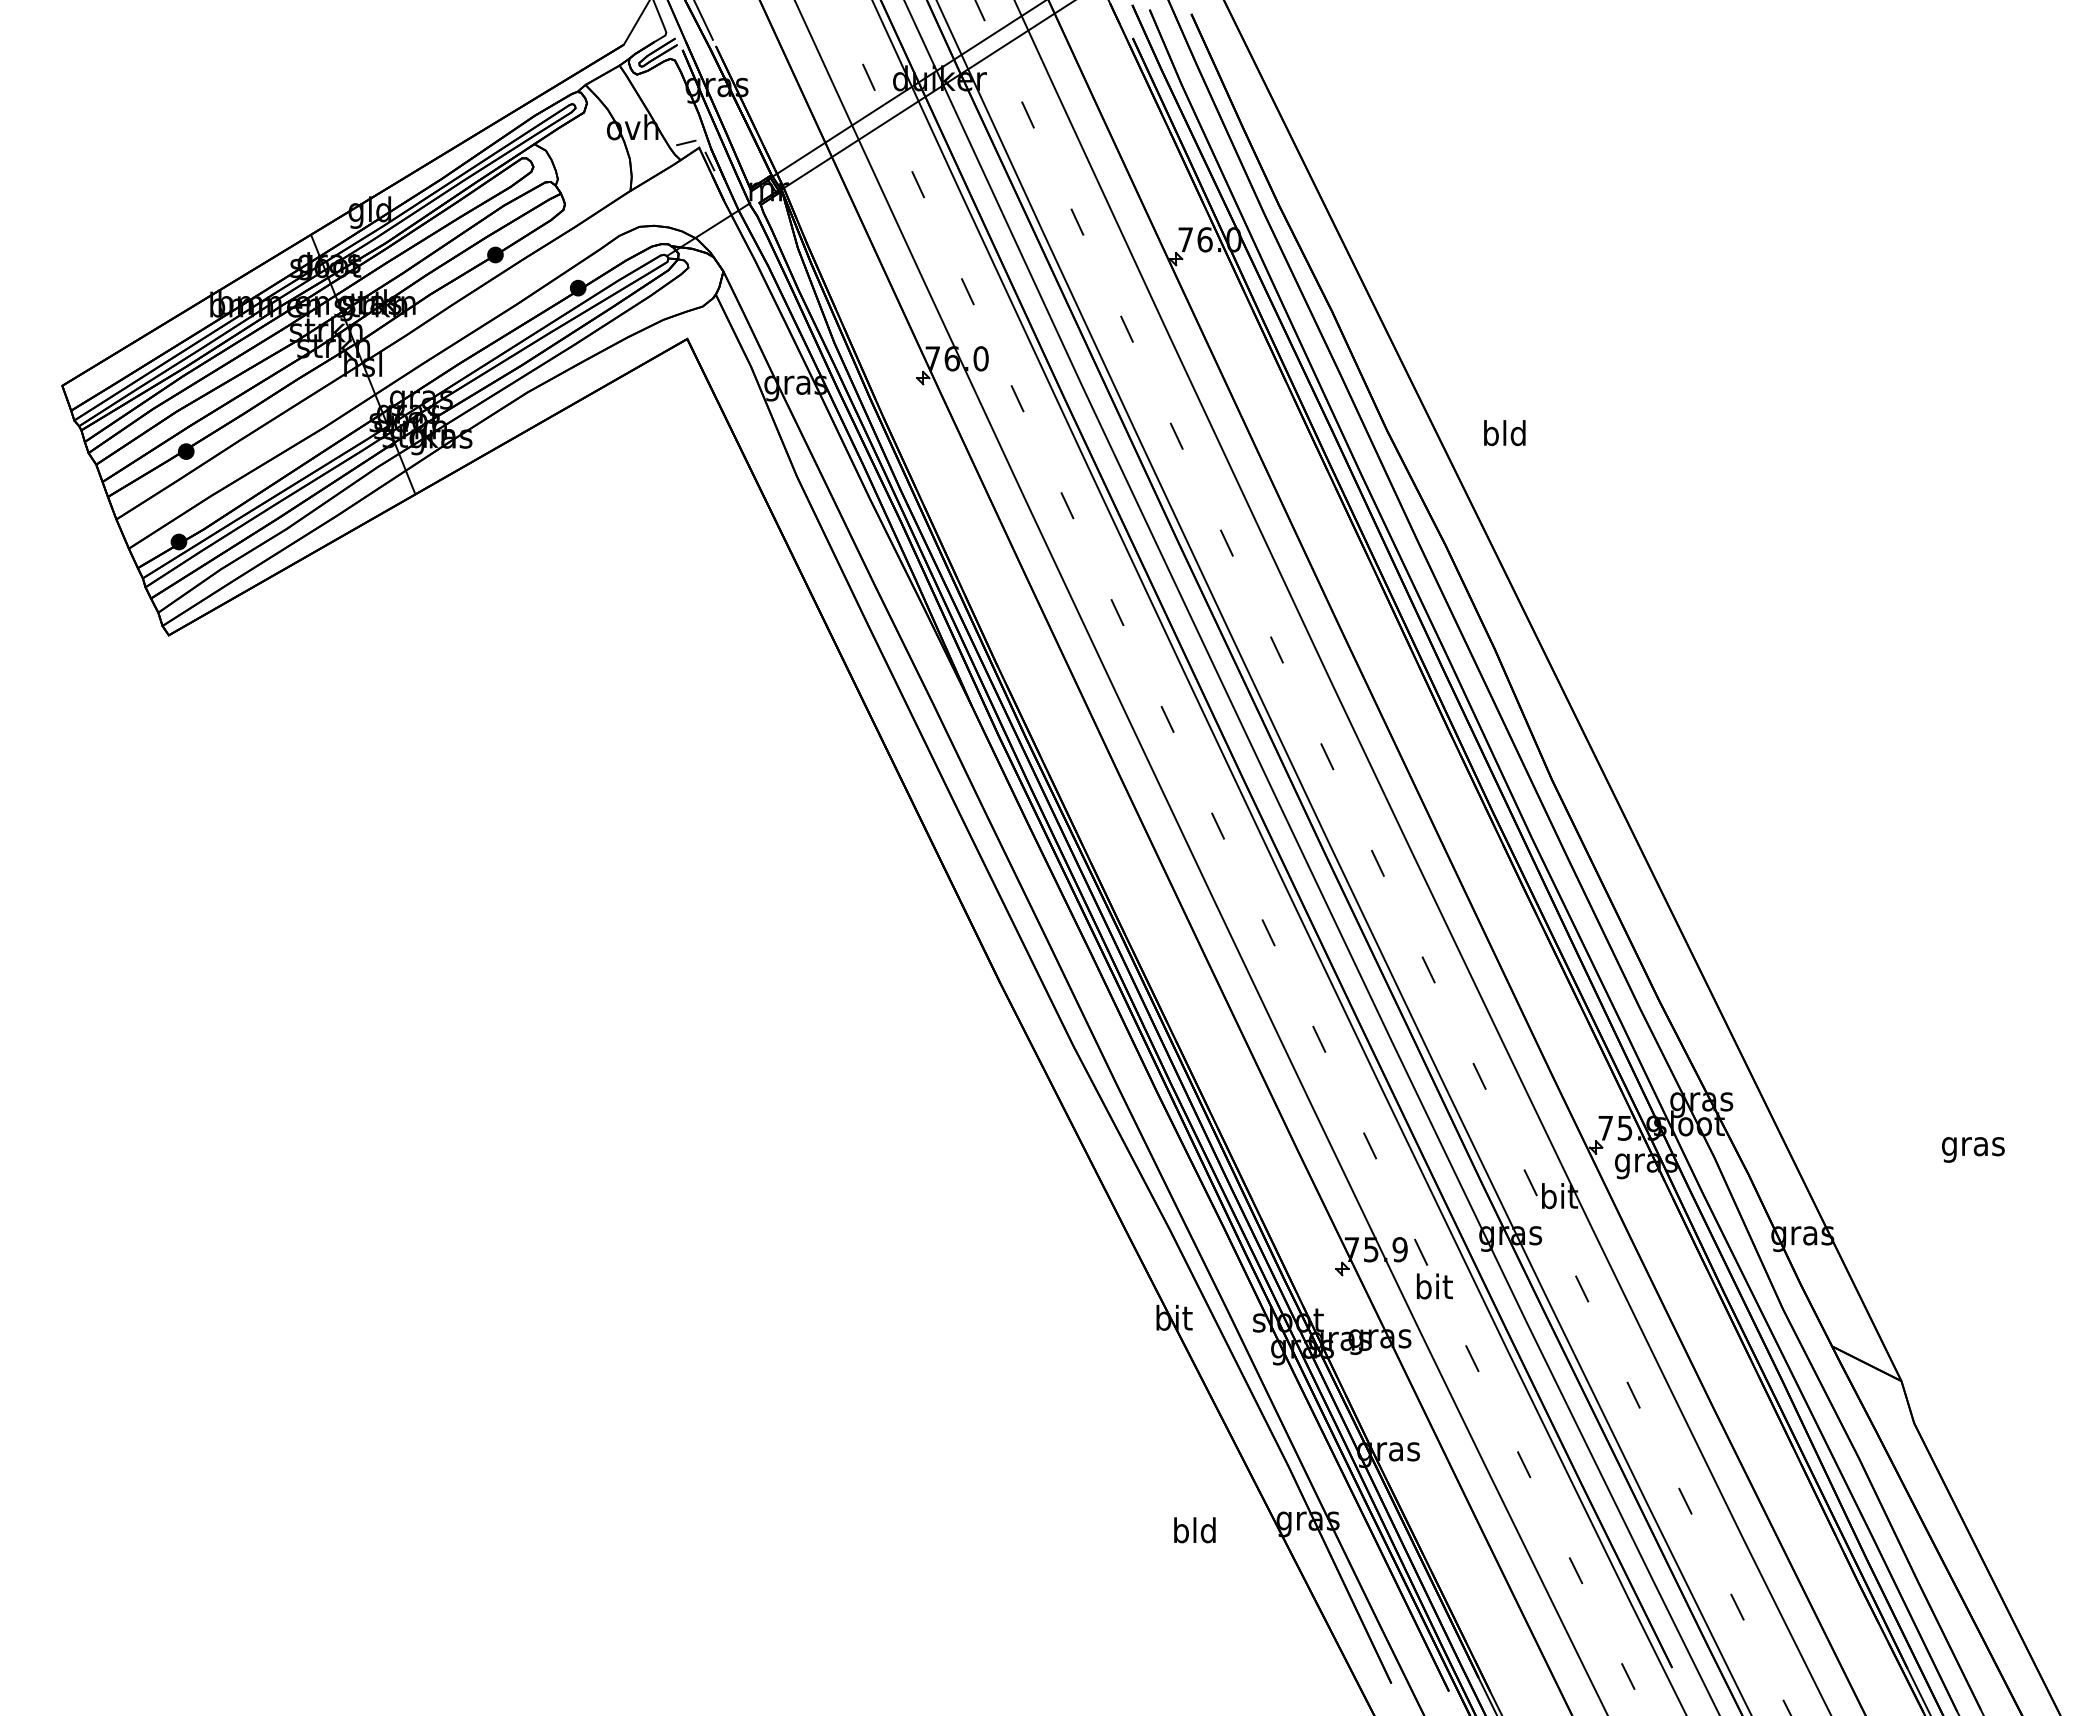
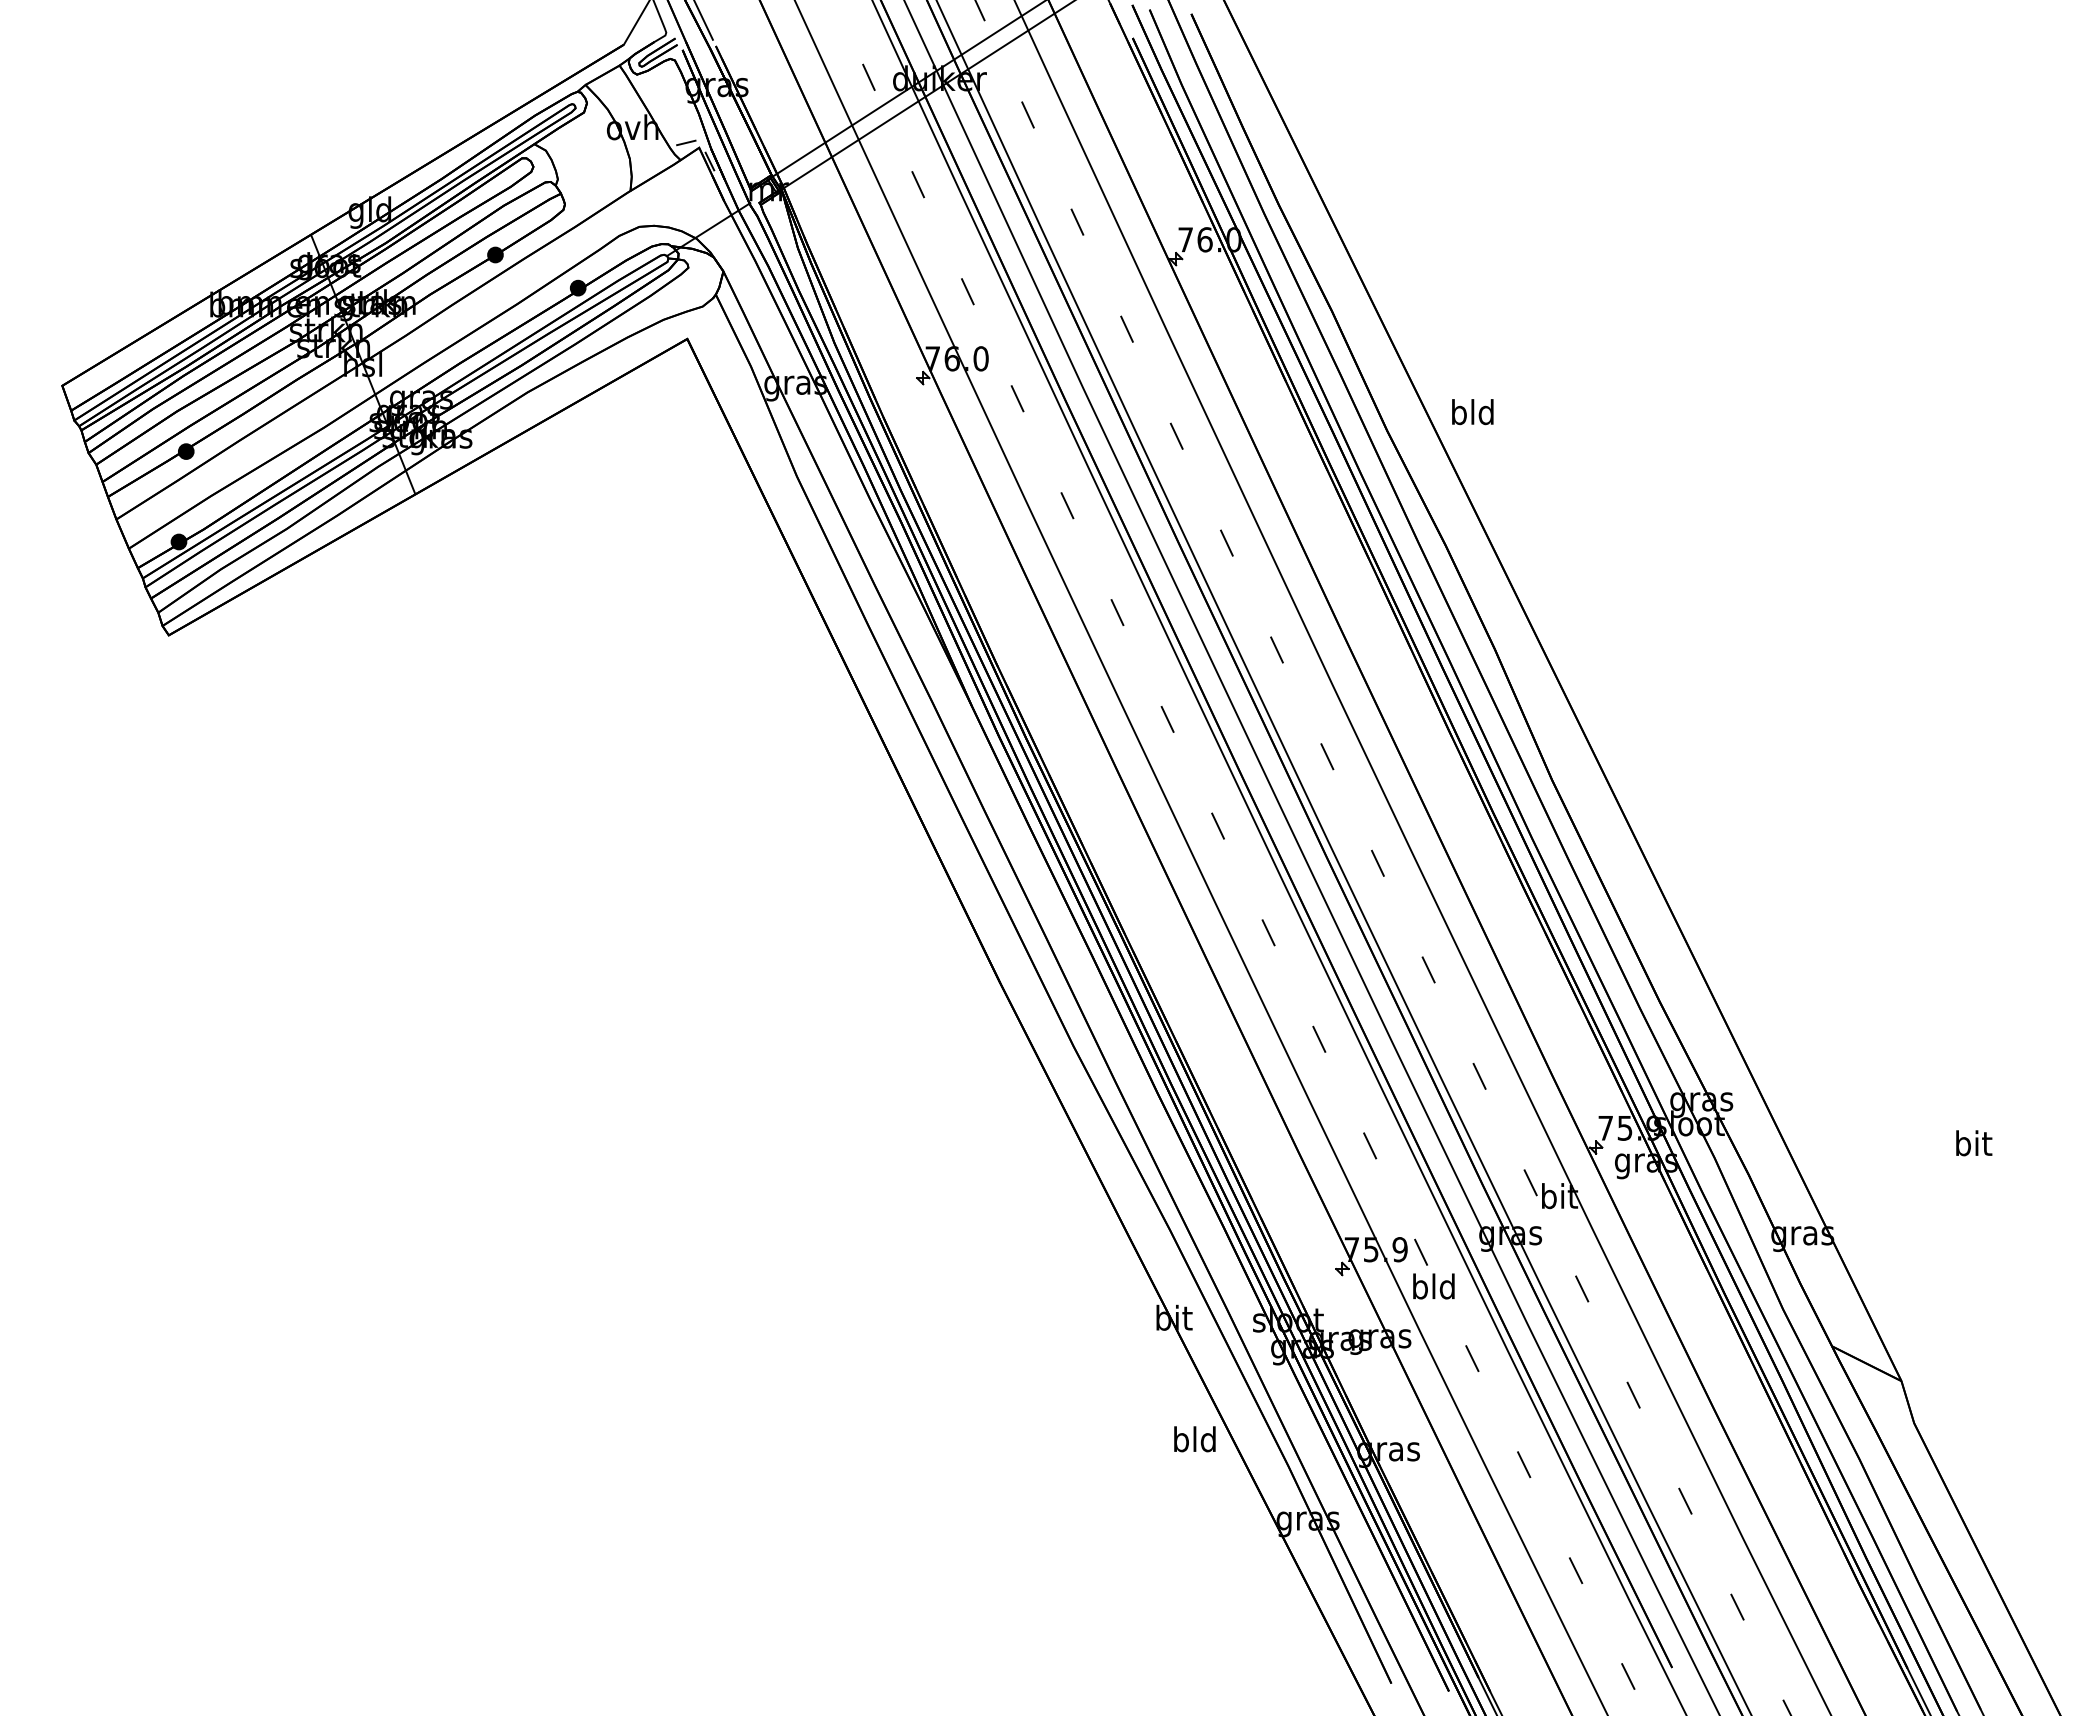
text at (1504, 433) position: (1504, 433) -> (1472, 412)
text at (1973, 1146): gras -> bit
text at (1433, 1286): bit -> bld
text at (1194, 1530) position: (1194, 1530) -> (1194, 1439)
